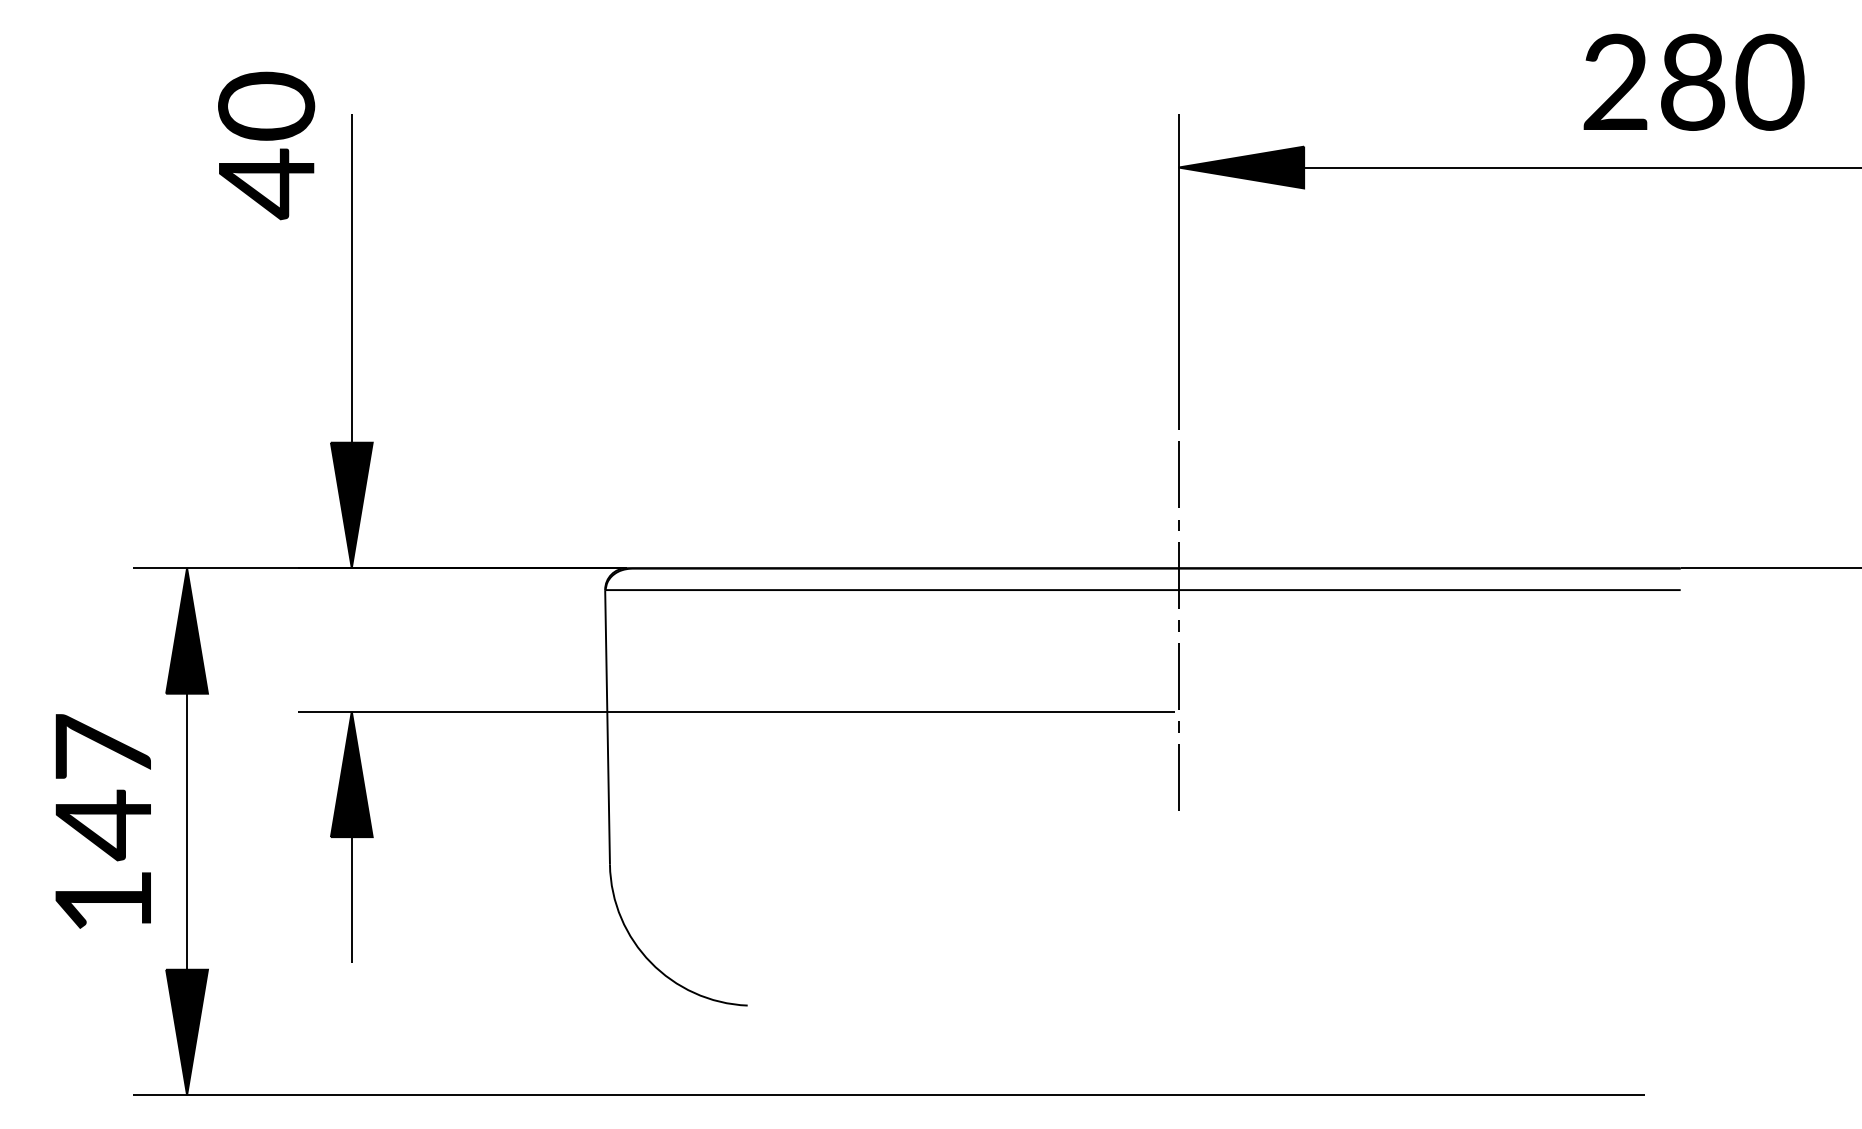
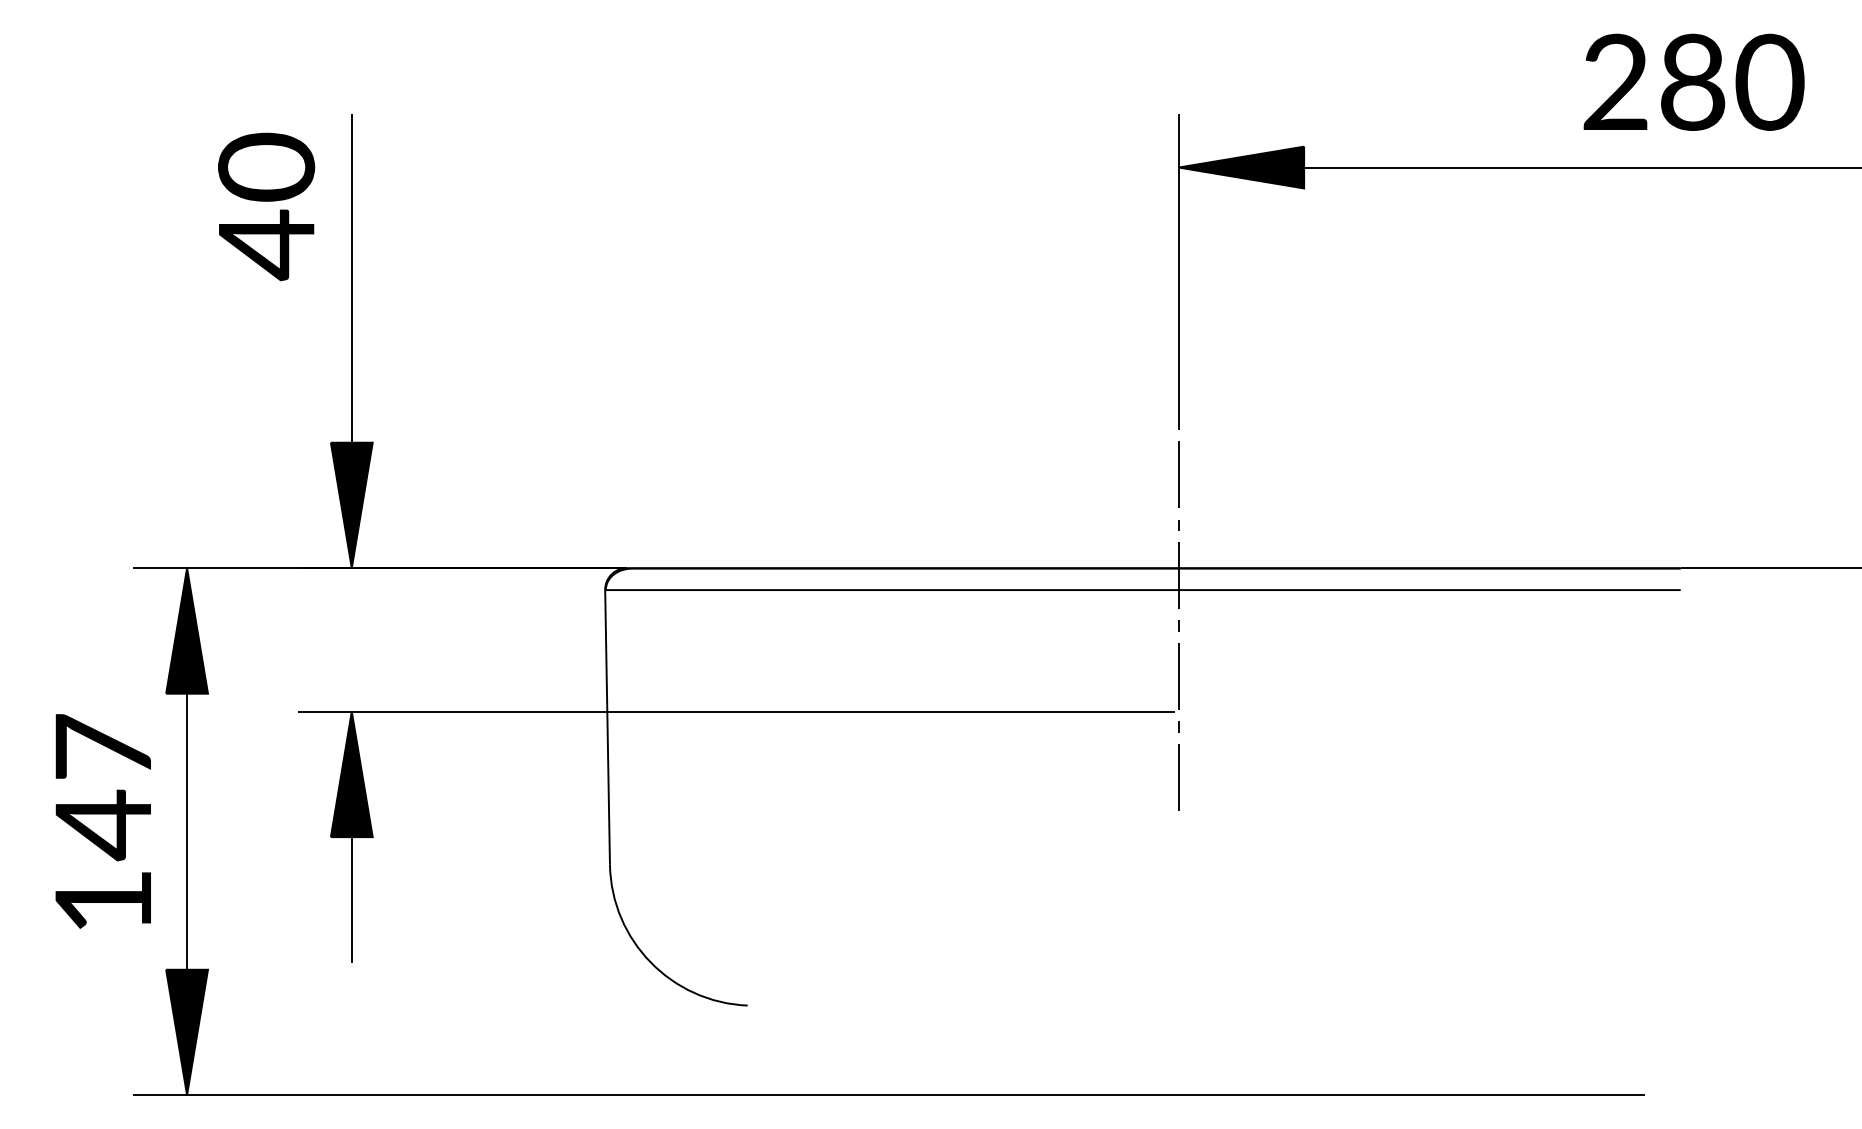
text at (266, 145) position: (266, 145) -> (266, 206)
